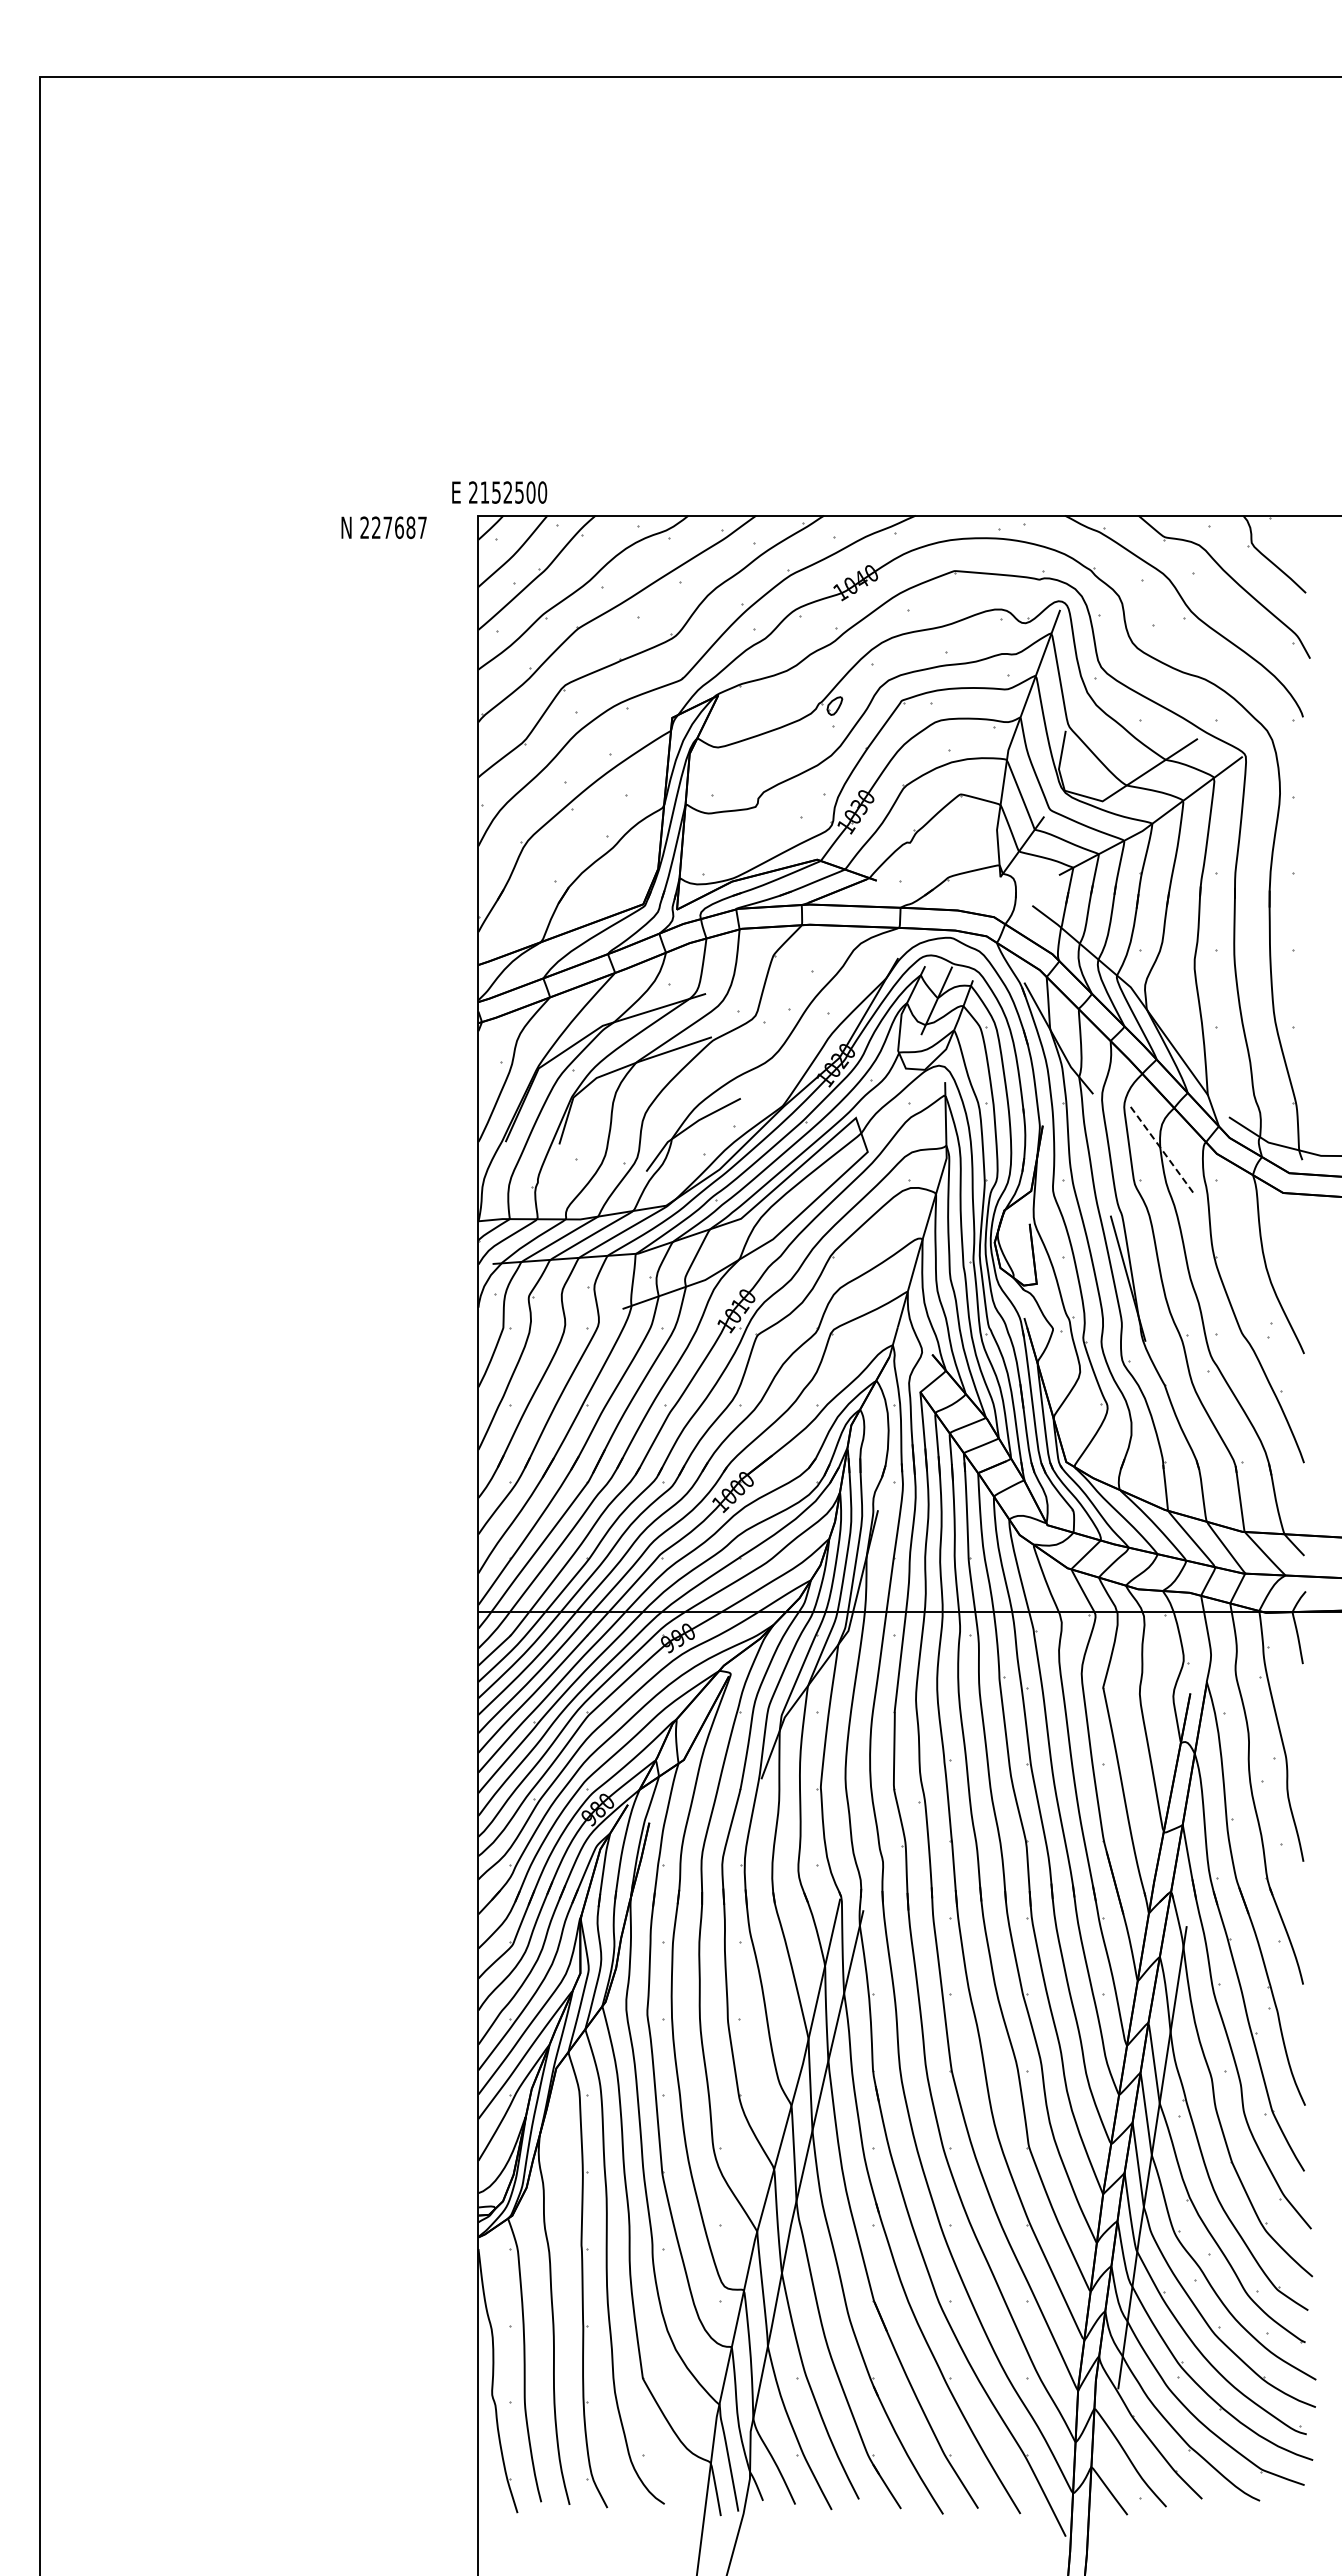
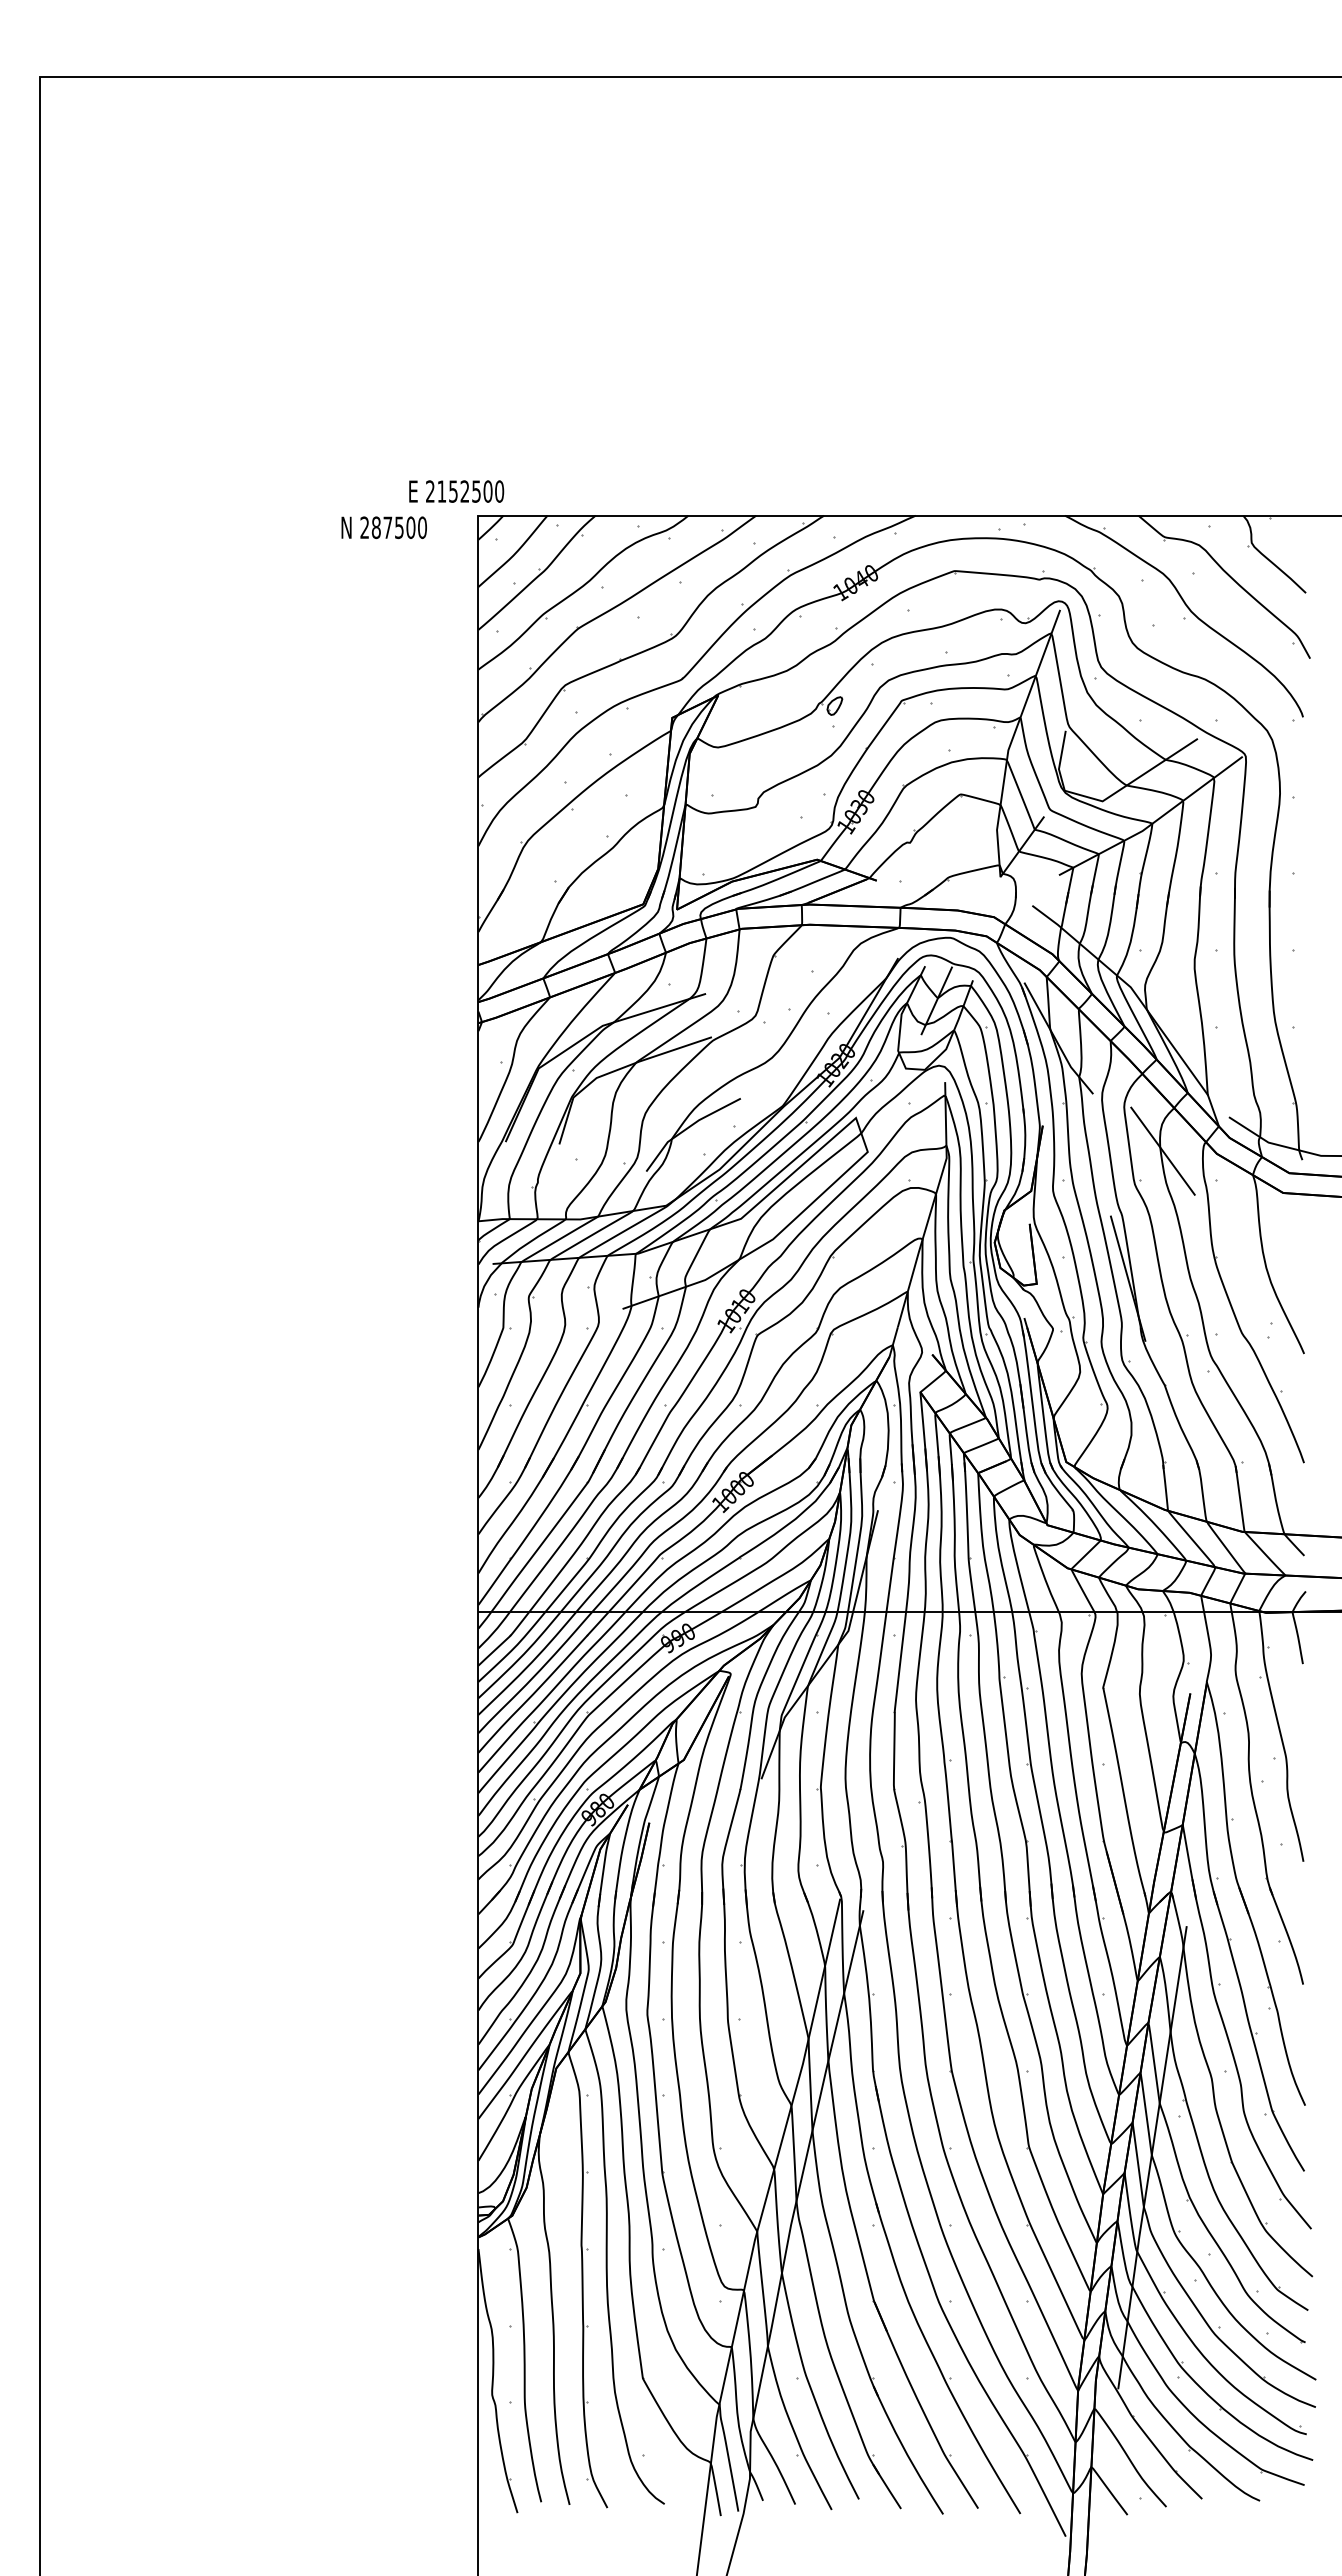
text at (499, 492) position: (499, 492) -> (456, 491)
text at (398, 527): 227687 -> 287500
line at (1163, 1151): dashed -> solid
